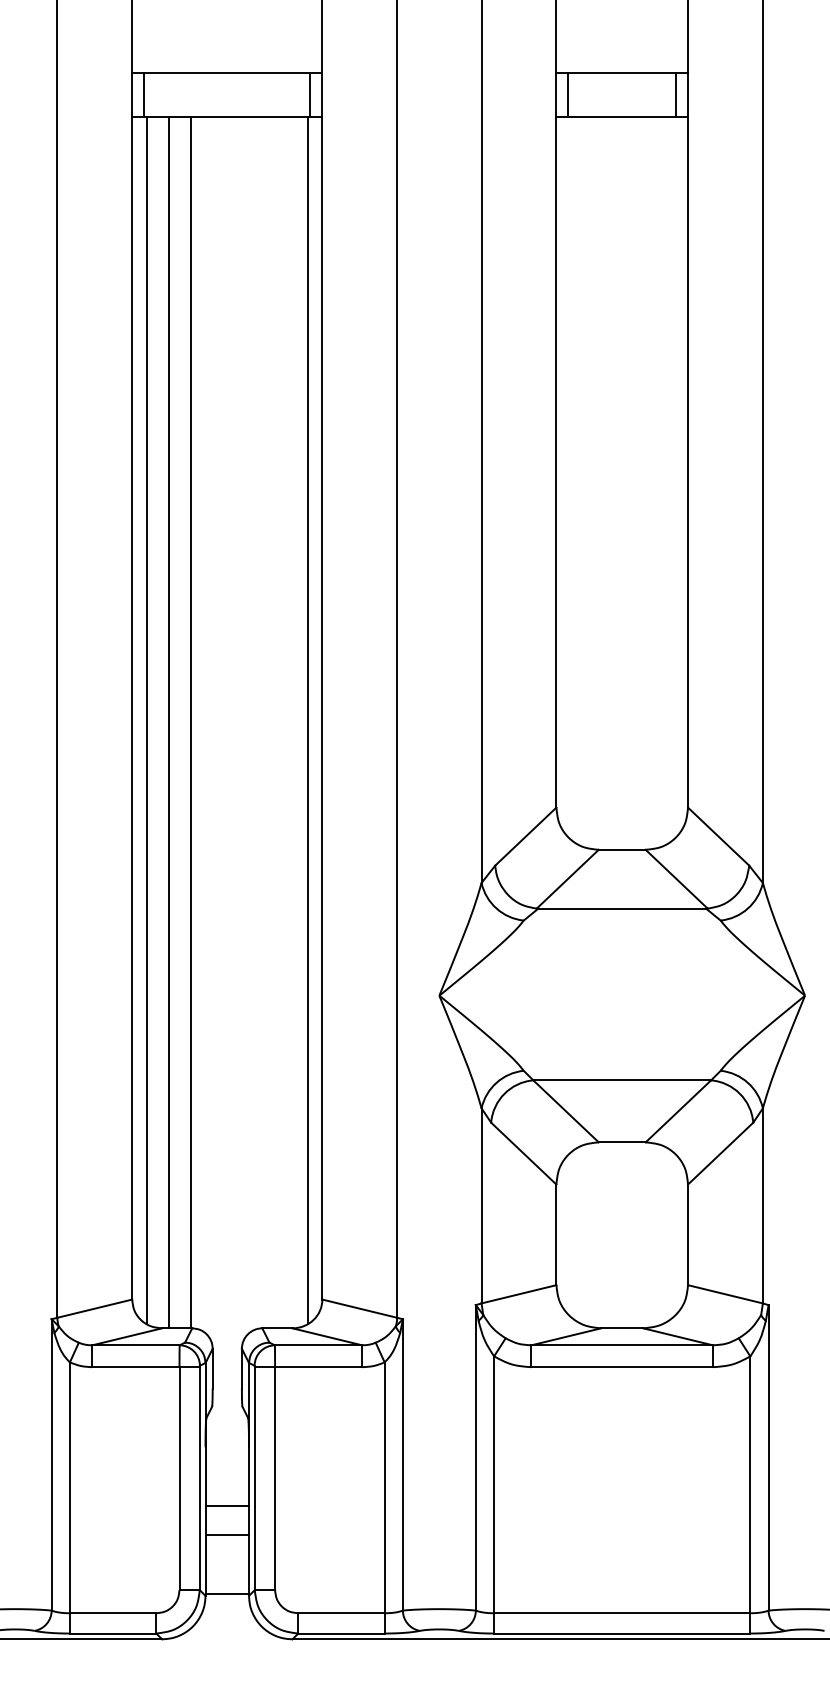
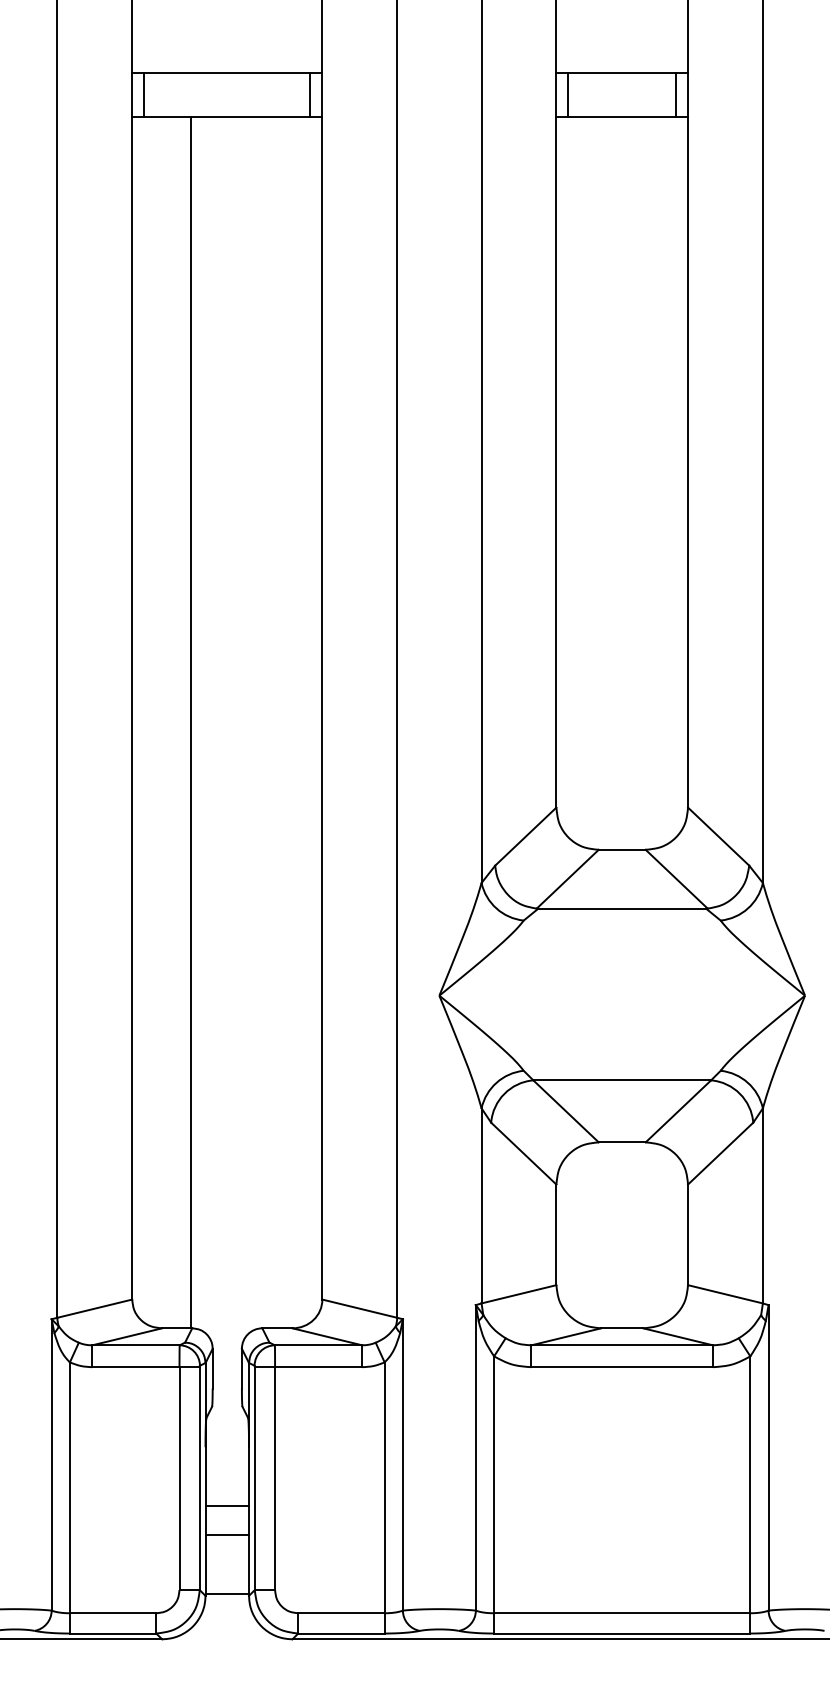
line at (146, 720): present -> none
line at (307, 720): present -> none
line at (168, 722): present -> none
